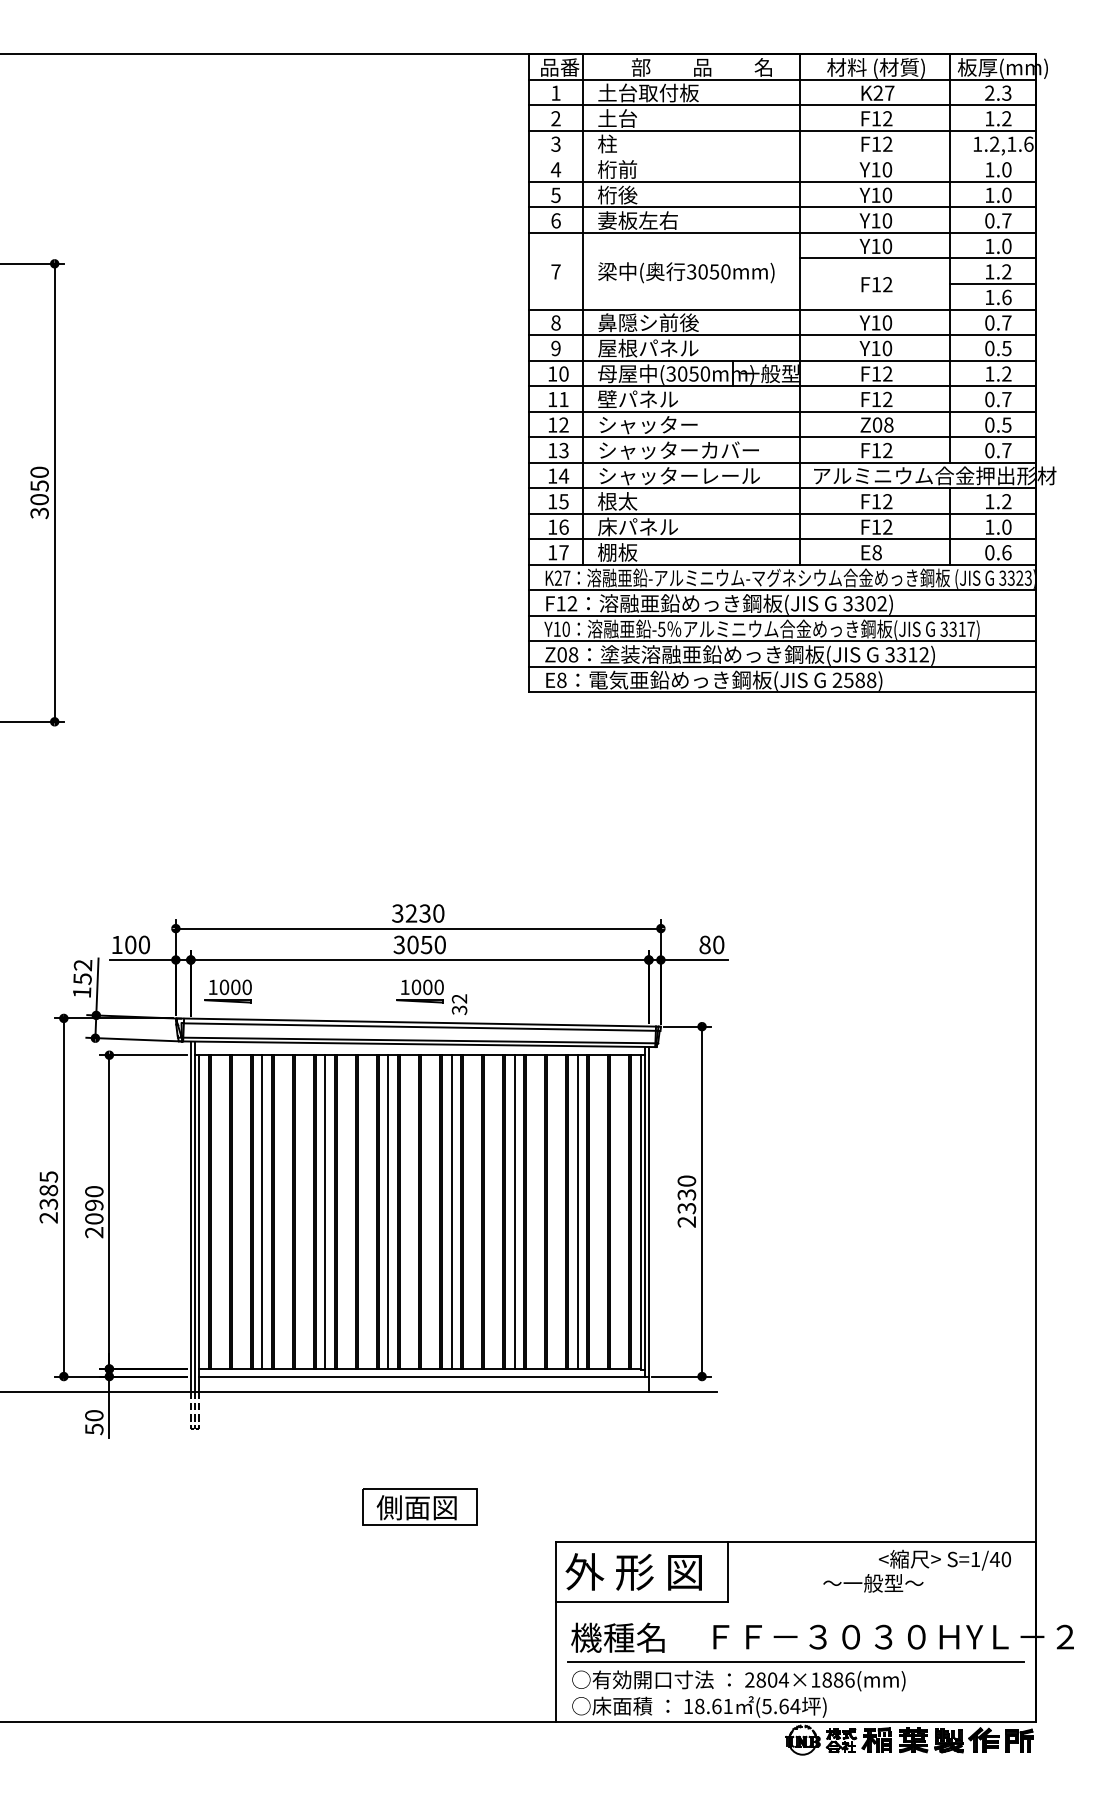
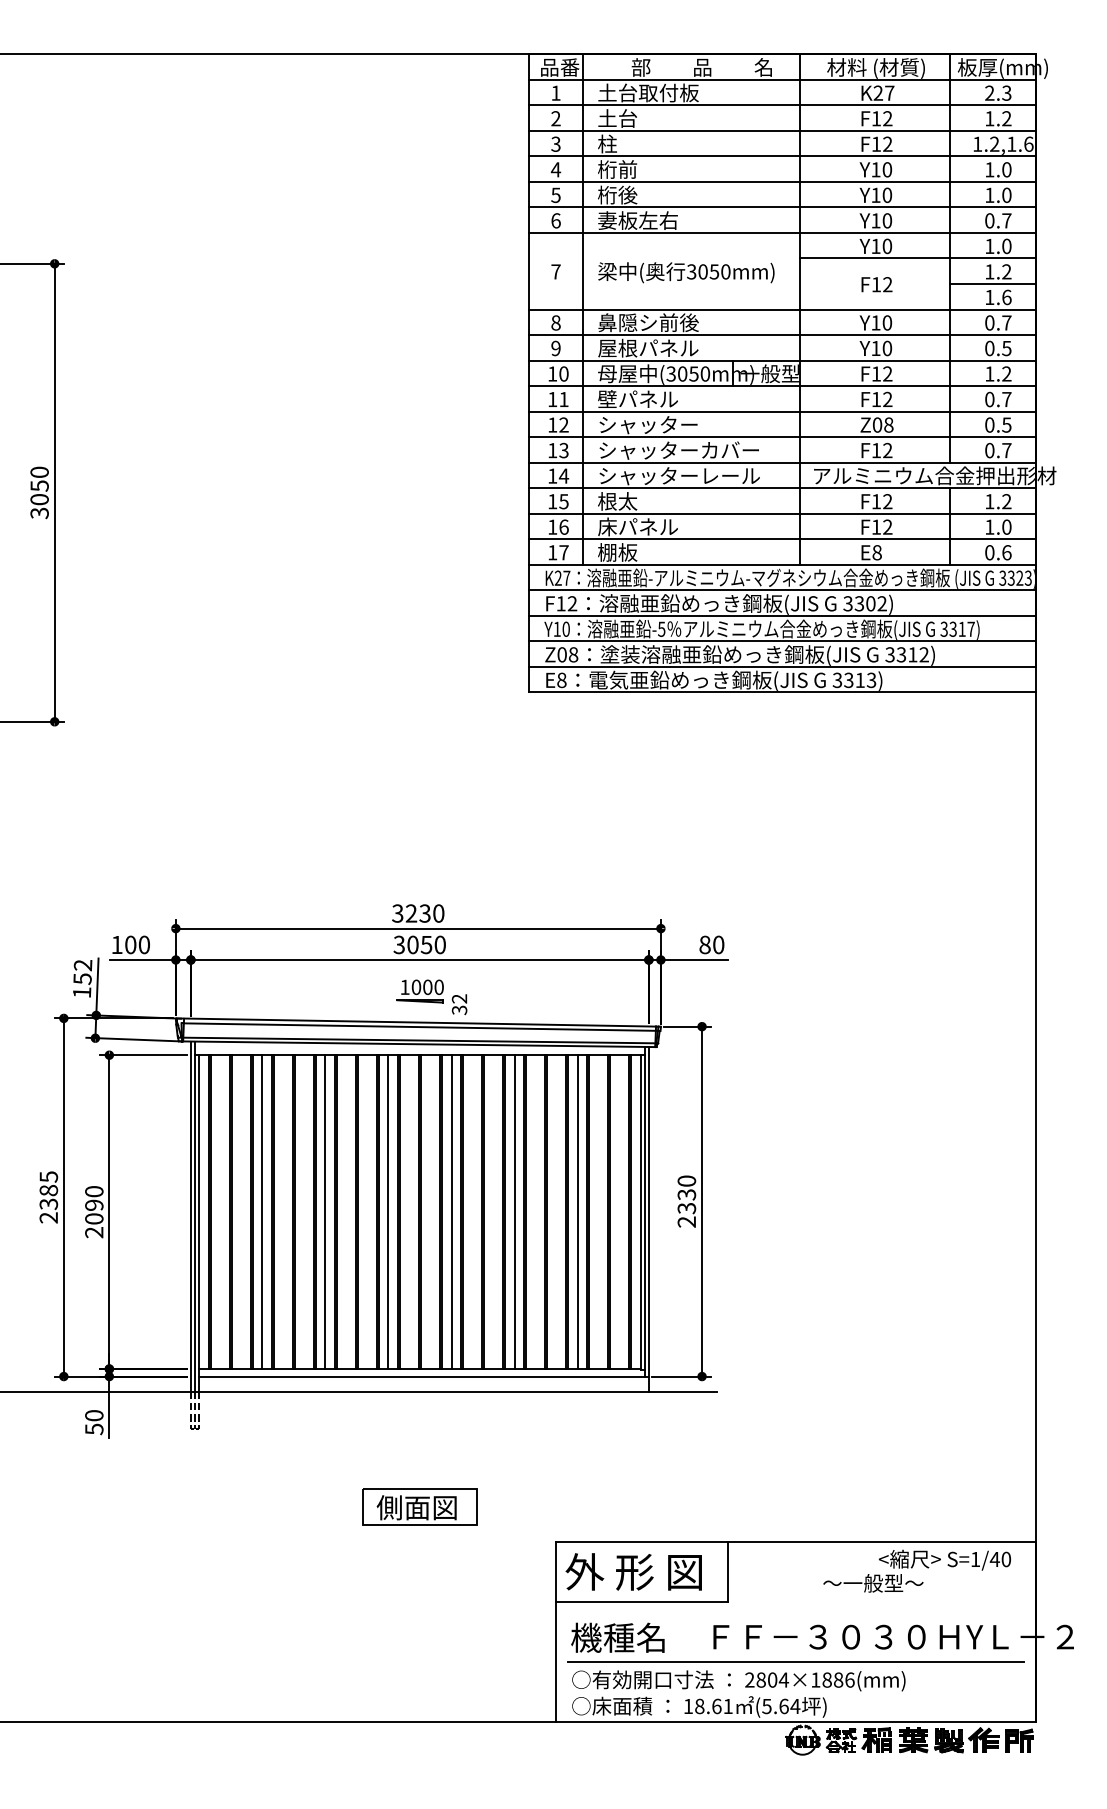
line at (782, 156): none -> present
text at (854, 680): 2588) -> 3313)
part at (227, 991): present -> none
